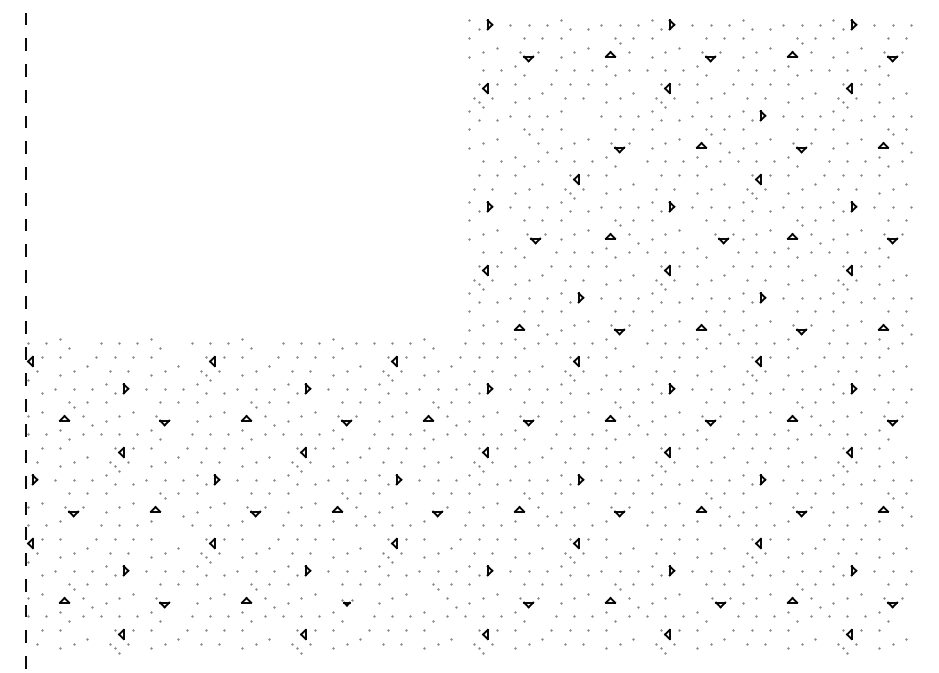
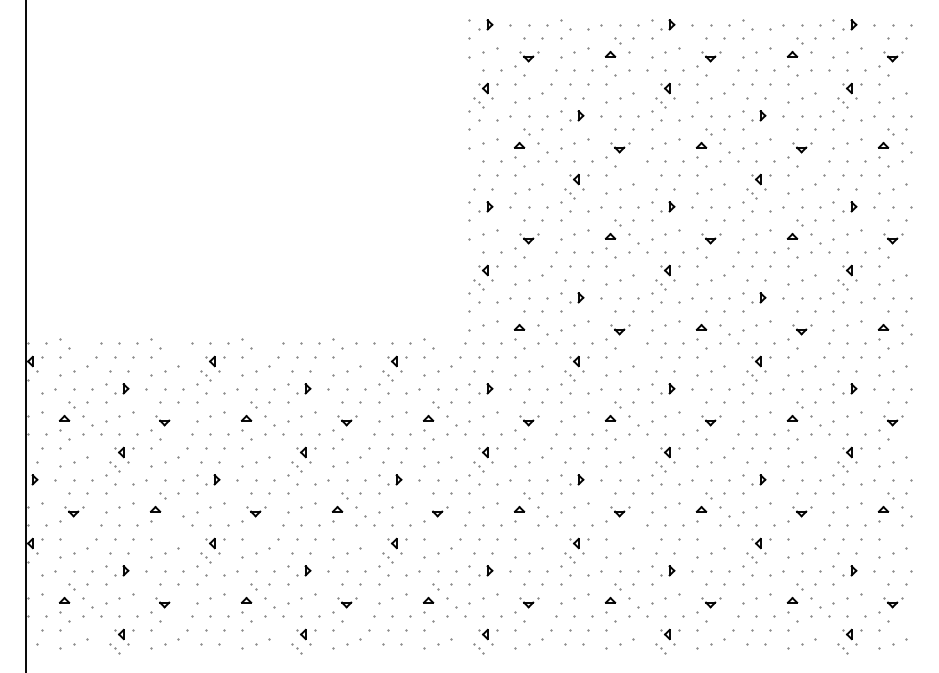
part at (576, 115): none -> present
part at (519, 145): none -> present
part at (536, 238) position: (536, 238) -> (529, 238)
part at (724, 238) position: (724, 238) -> (711, 238)
line at (26, 336): dashed -> solid
part at (428, 600): none -> present
part at (347, 602) size: 13x8 px -> 21x12 px
part at (721, 602) position: (721, 602) -> (711, 602)
